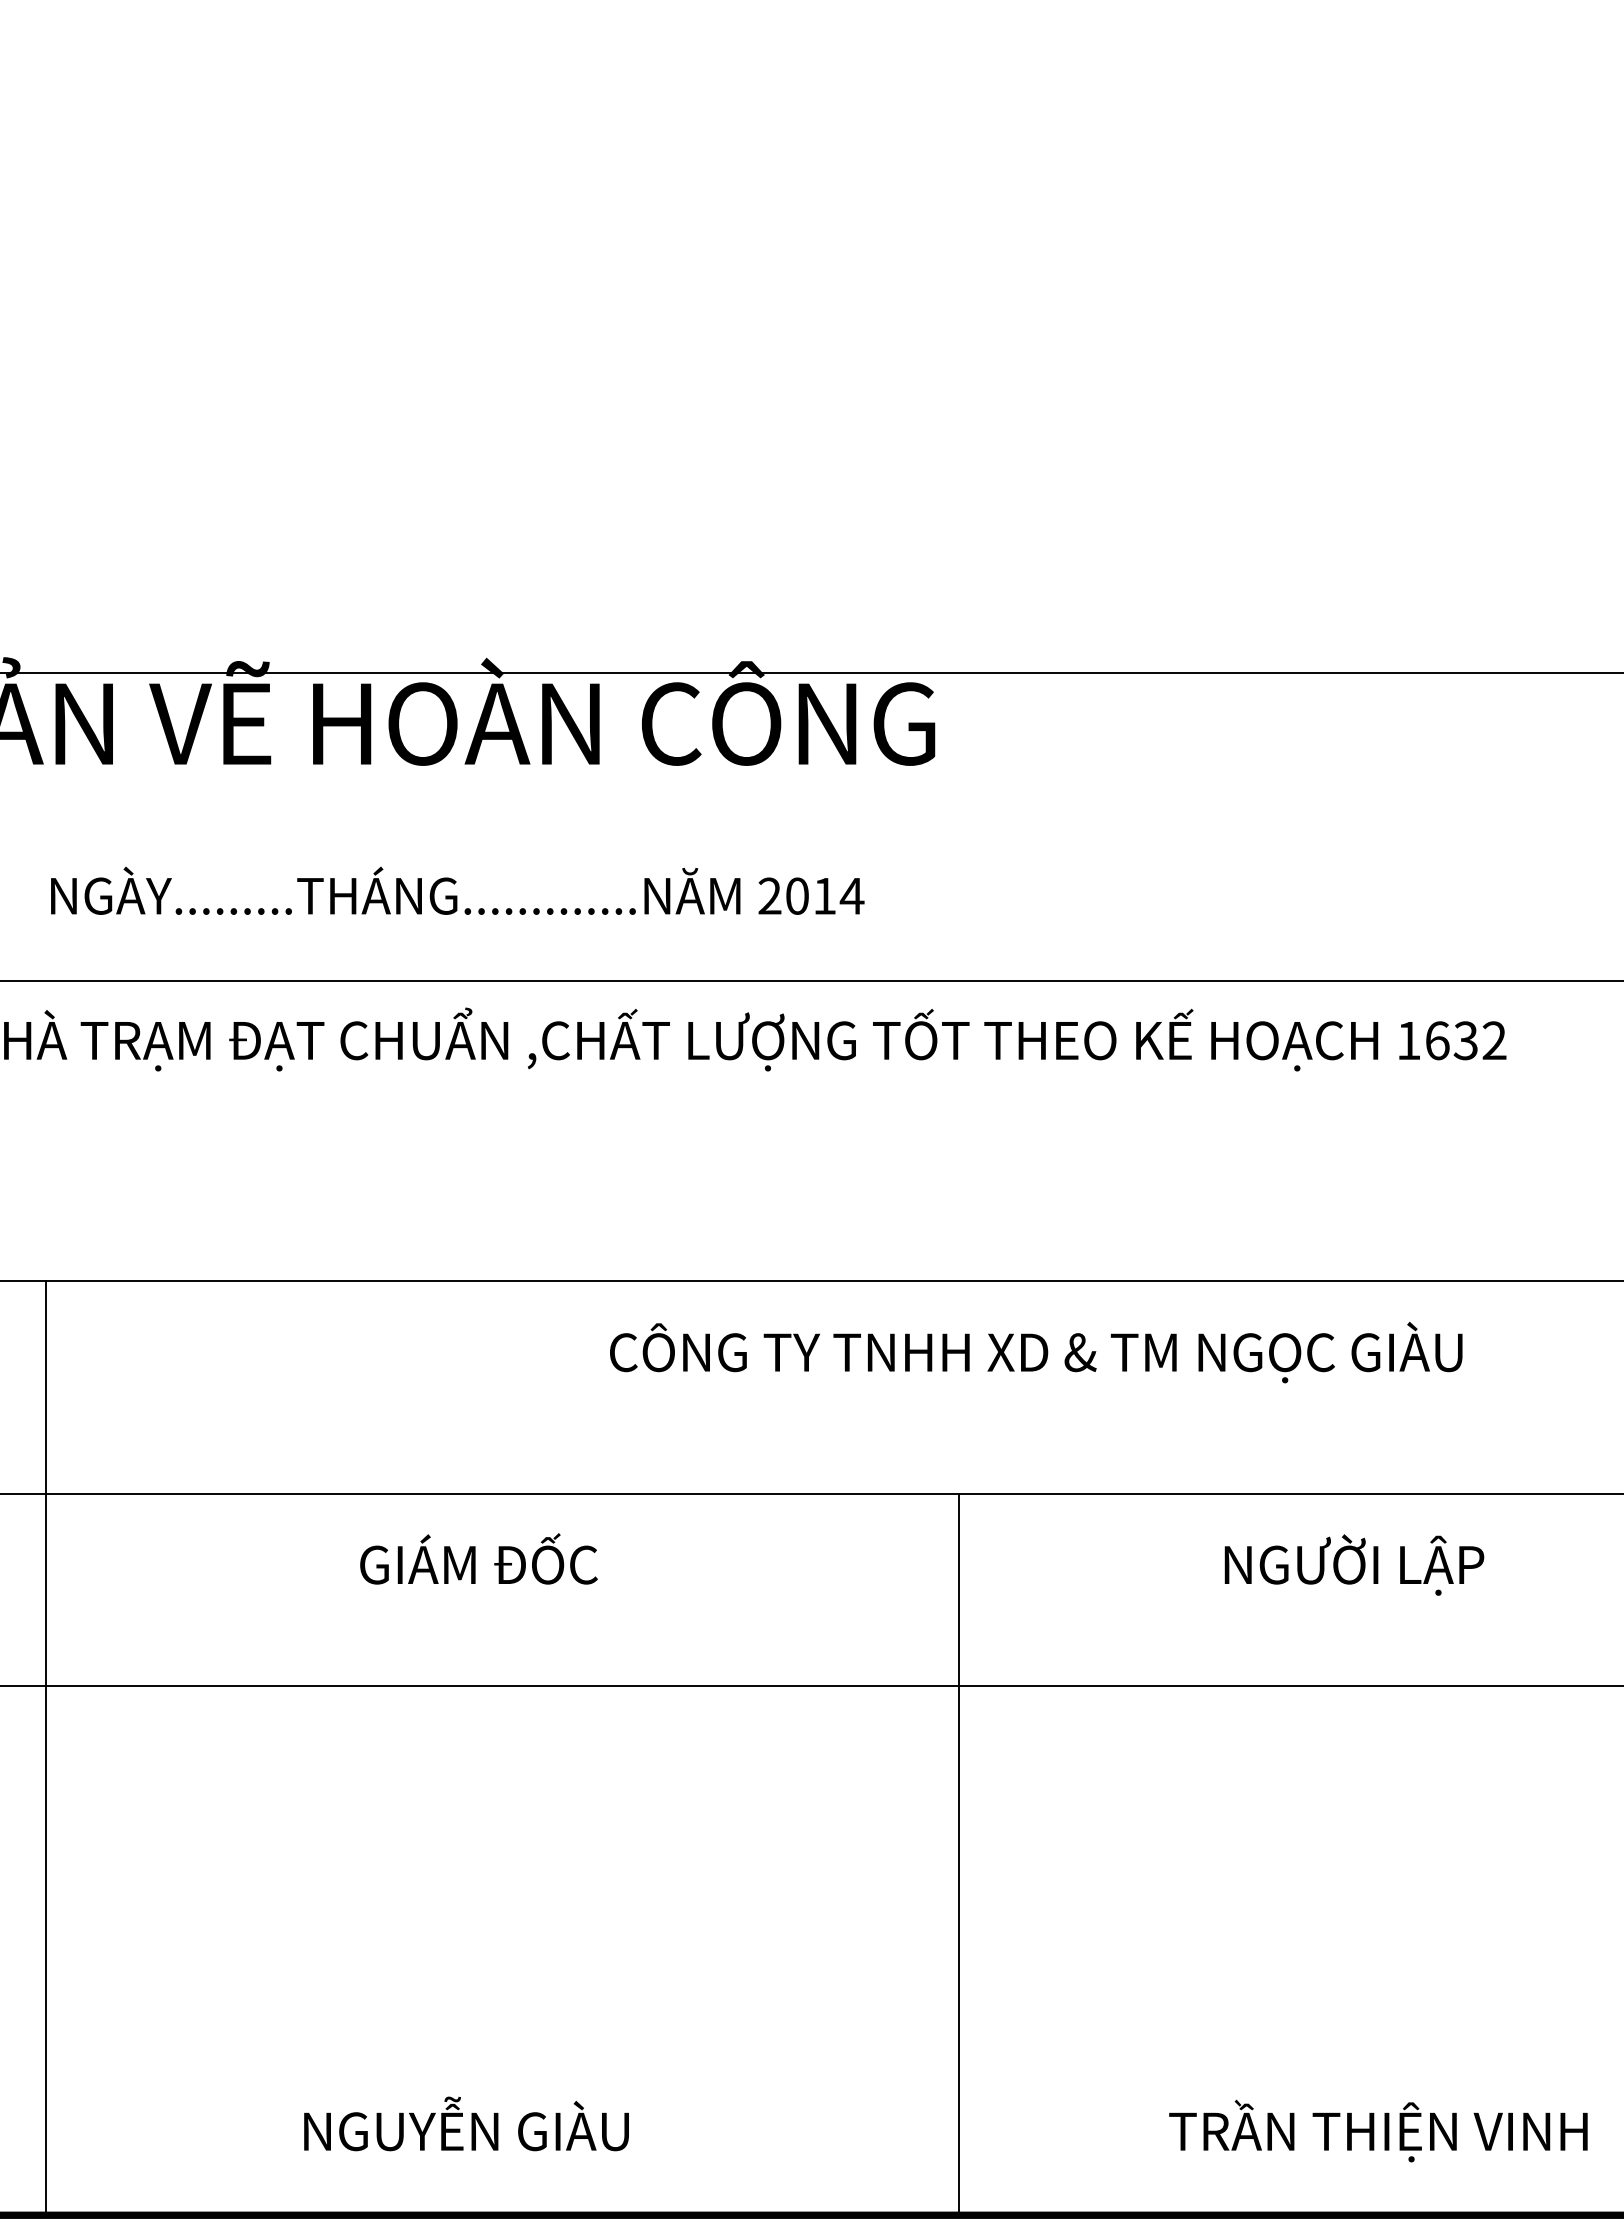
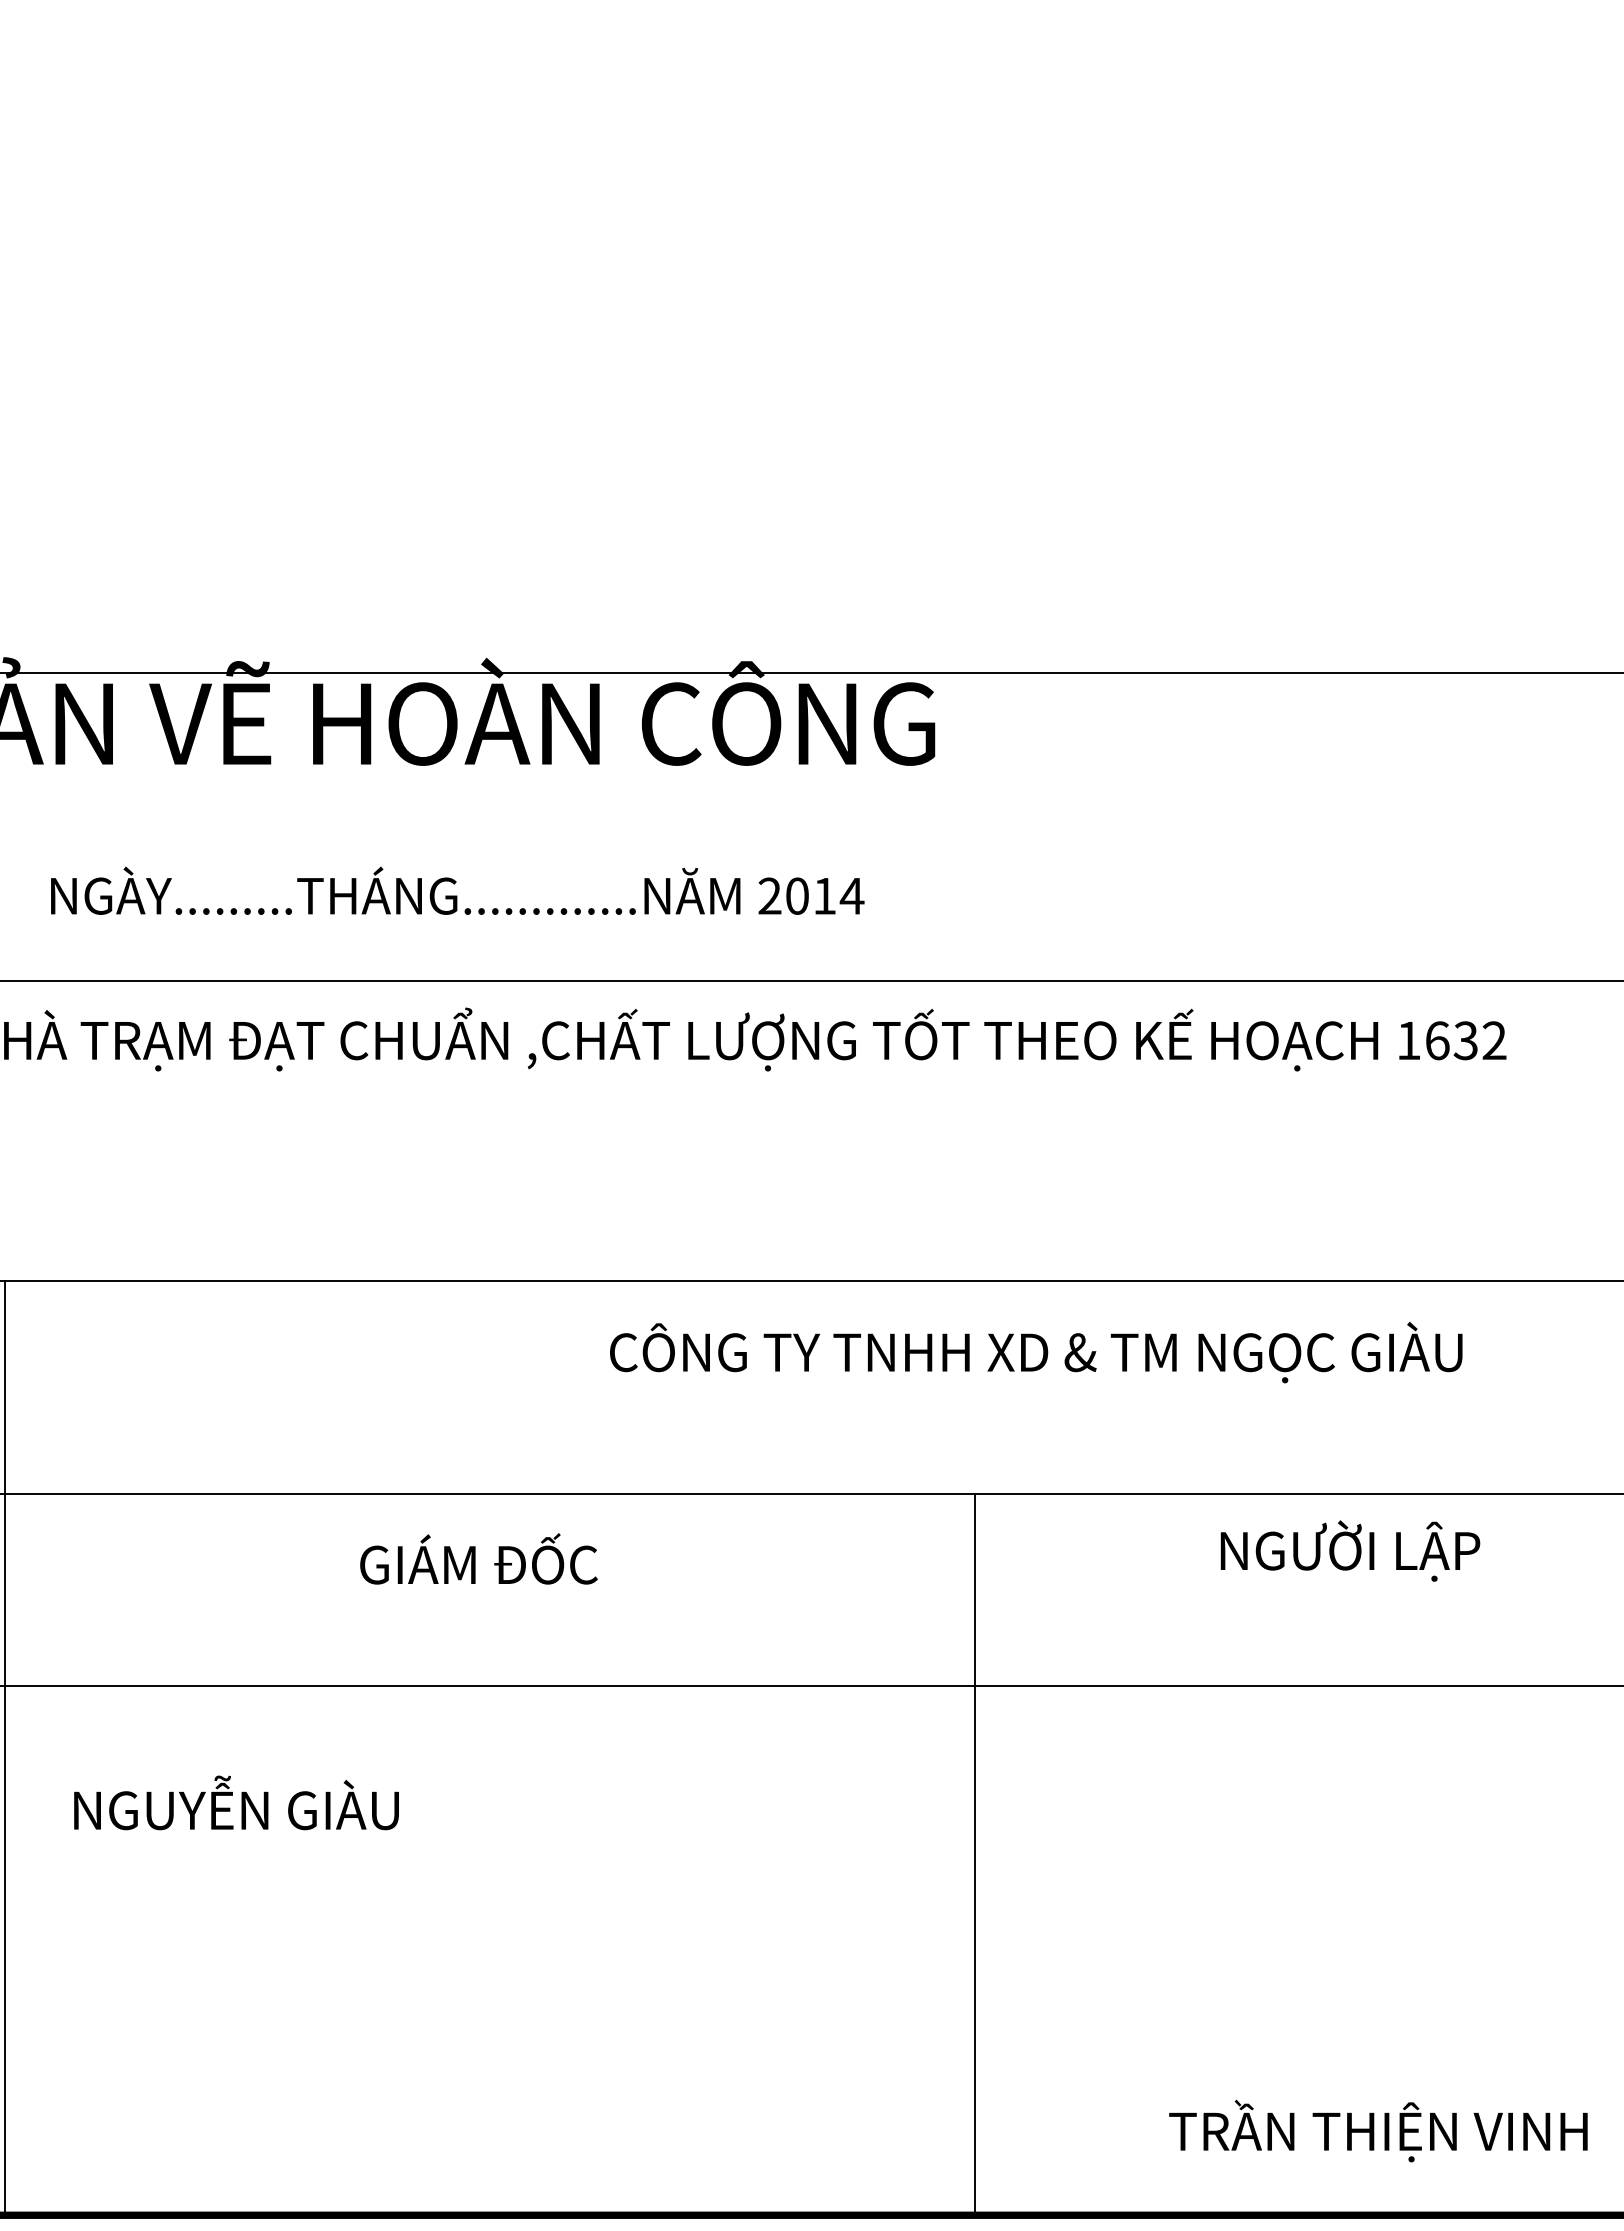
text at (1354, 1564) position: (1354, 1564) -> (1350, 1550)
line at (46, 1747) position: (46, 1747) -> (5, 1747)
line at (959, 1854) position: (959, 1854) -> (975, 1854)
text at (466, 2123) position: (466, 2123) -> (236, 1802)
